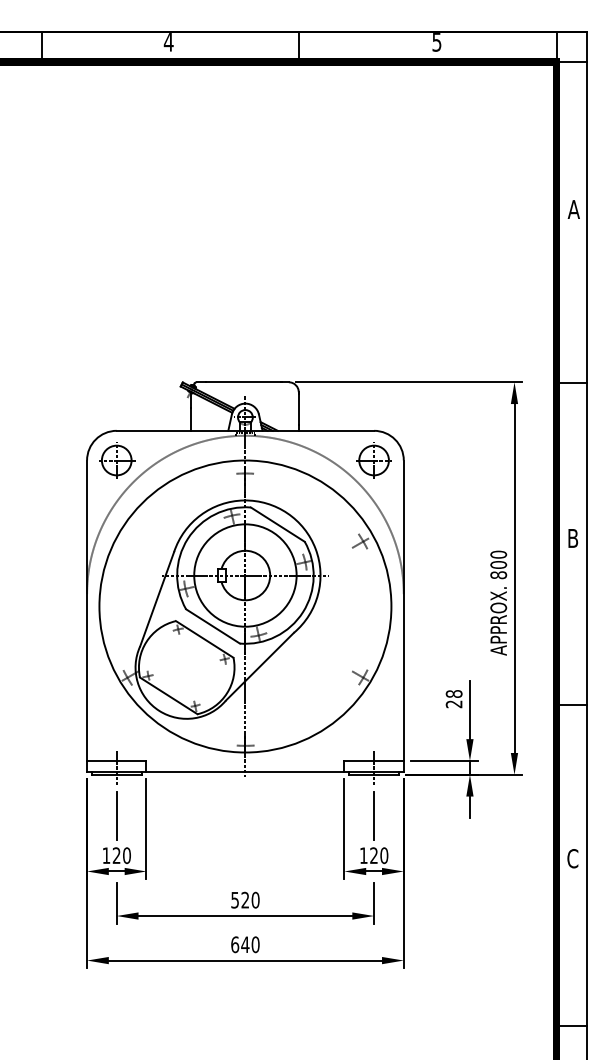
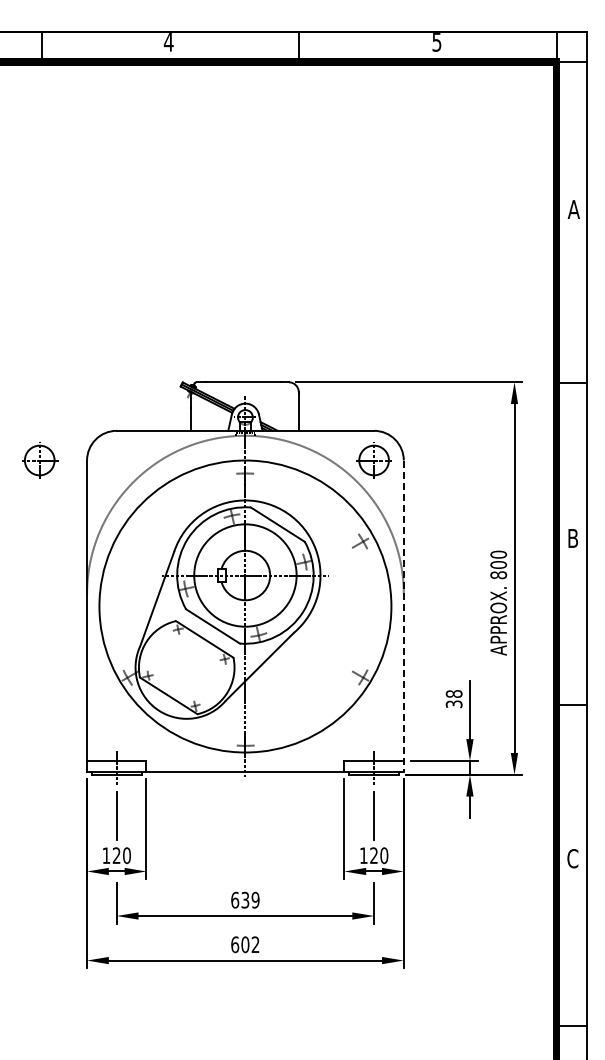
part at (117, 460) position: (117, 460) -> (40, 460)
line at (403, 616): solid -> dashed
text at (454, 704): 28 -> 38
text at (245, 899): 520 -> 639
text at (250, 944): 640 -> 602
